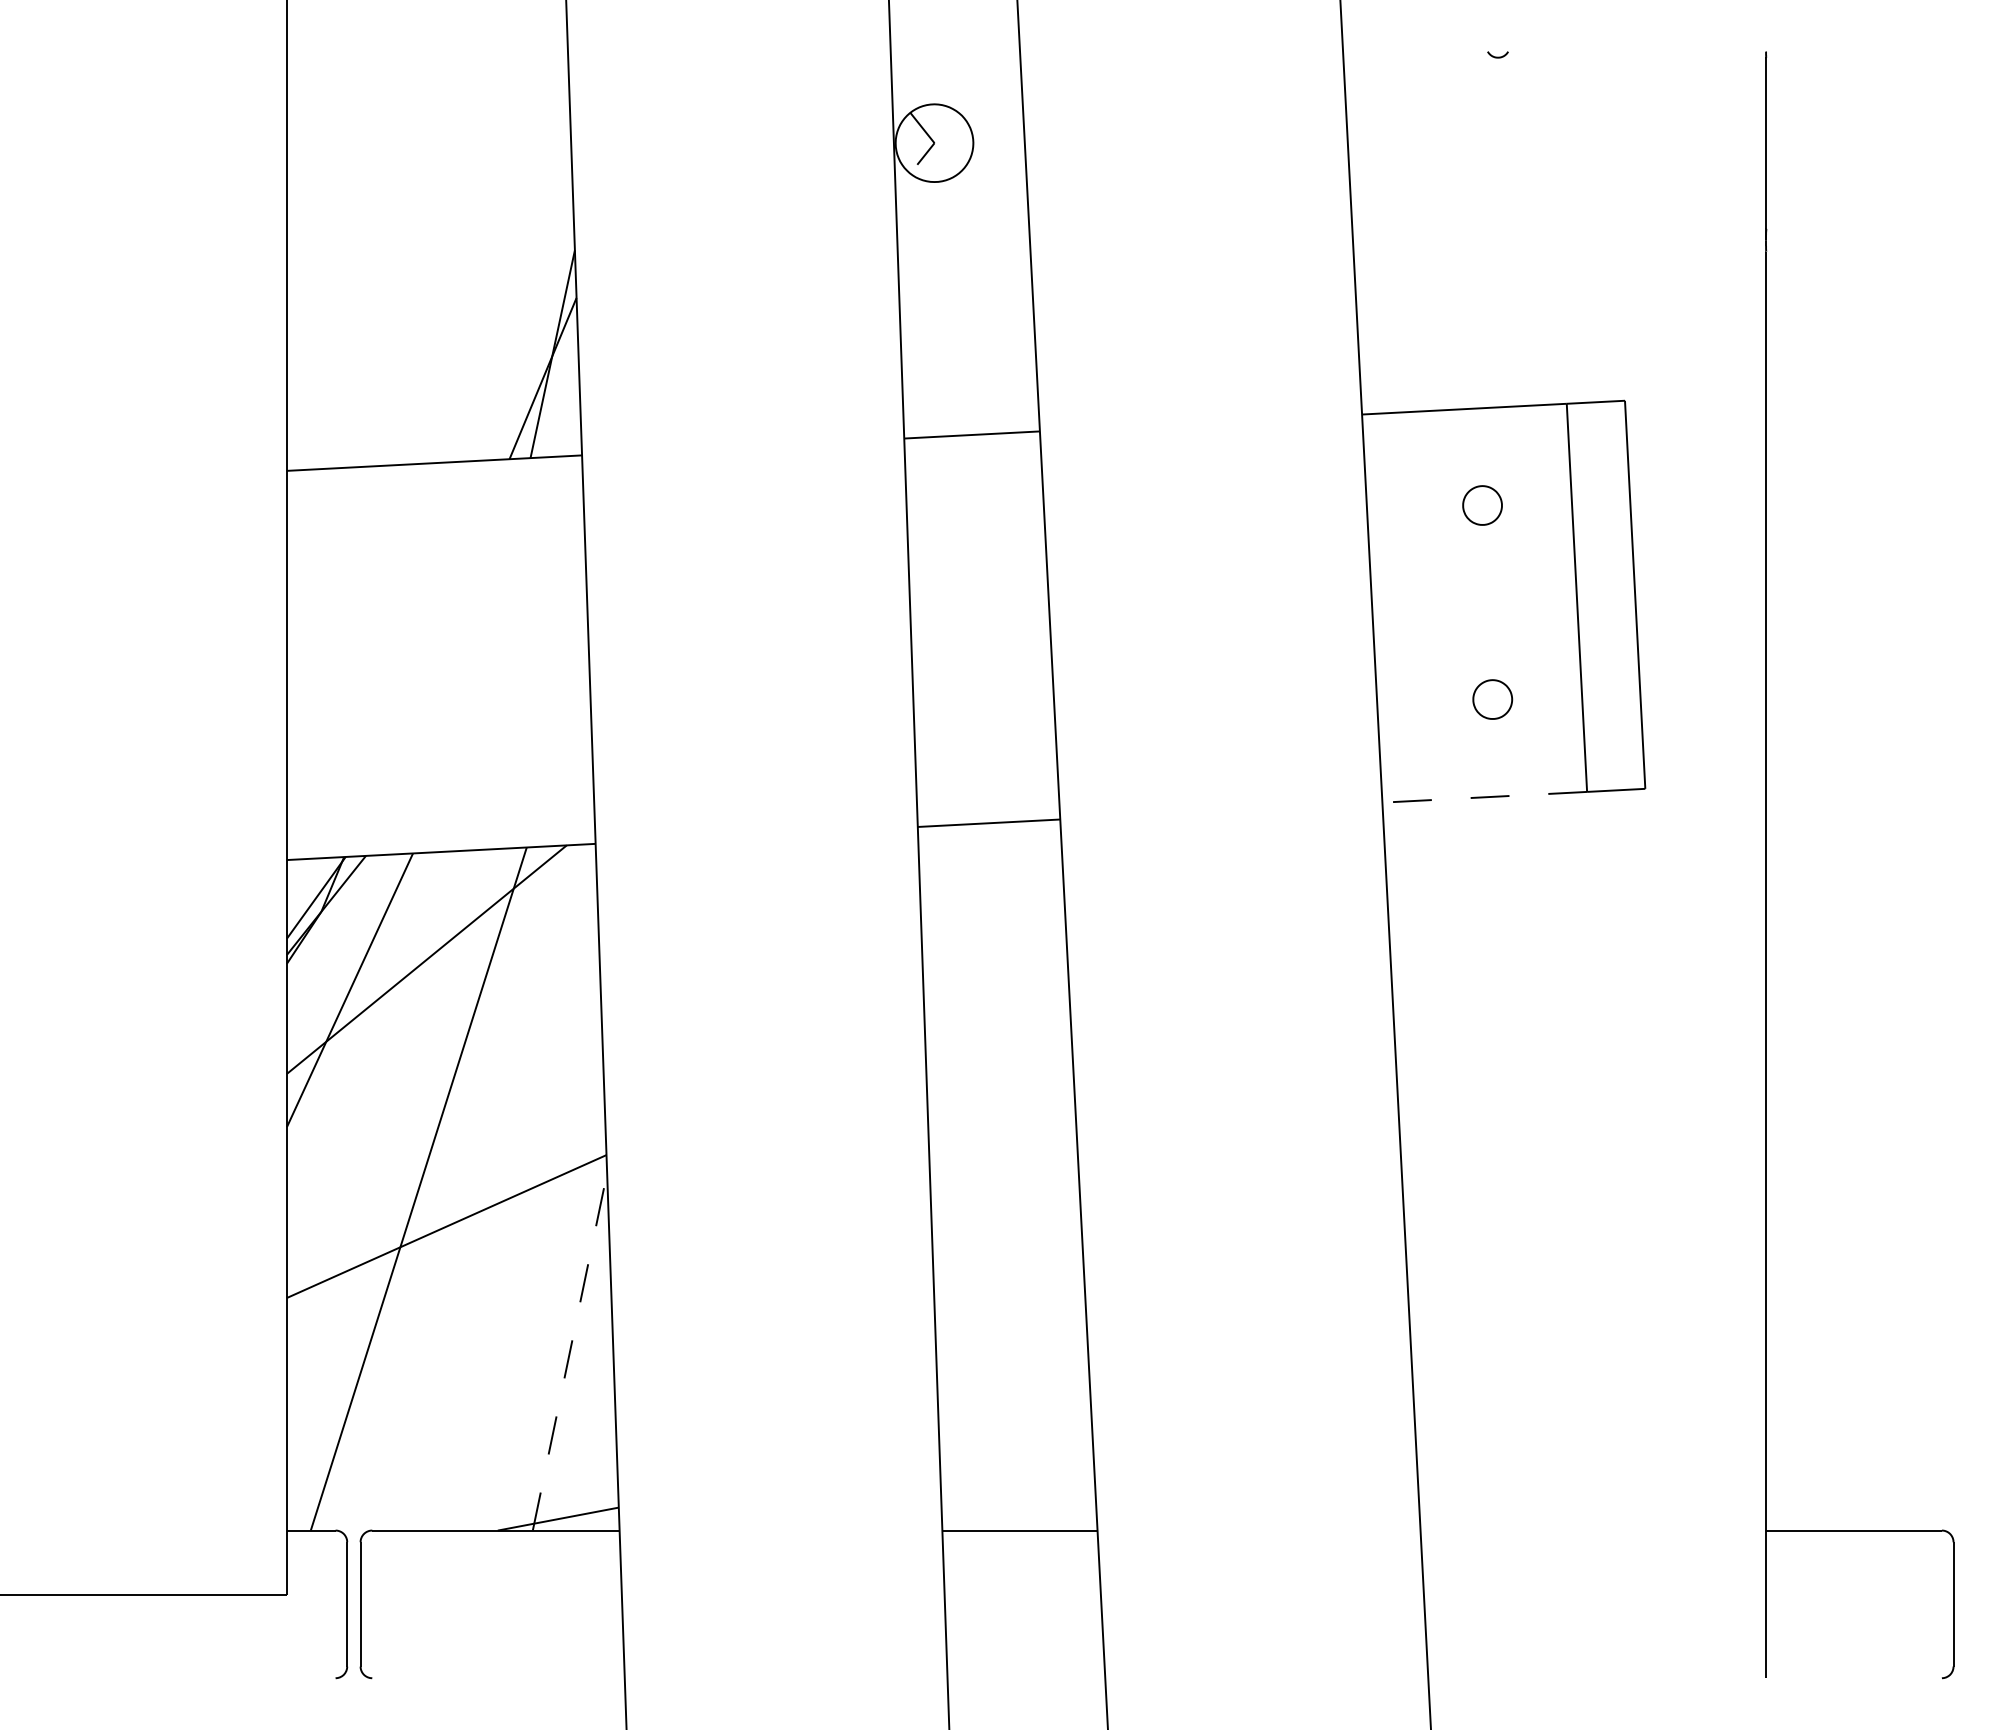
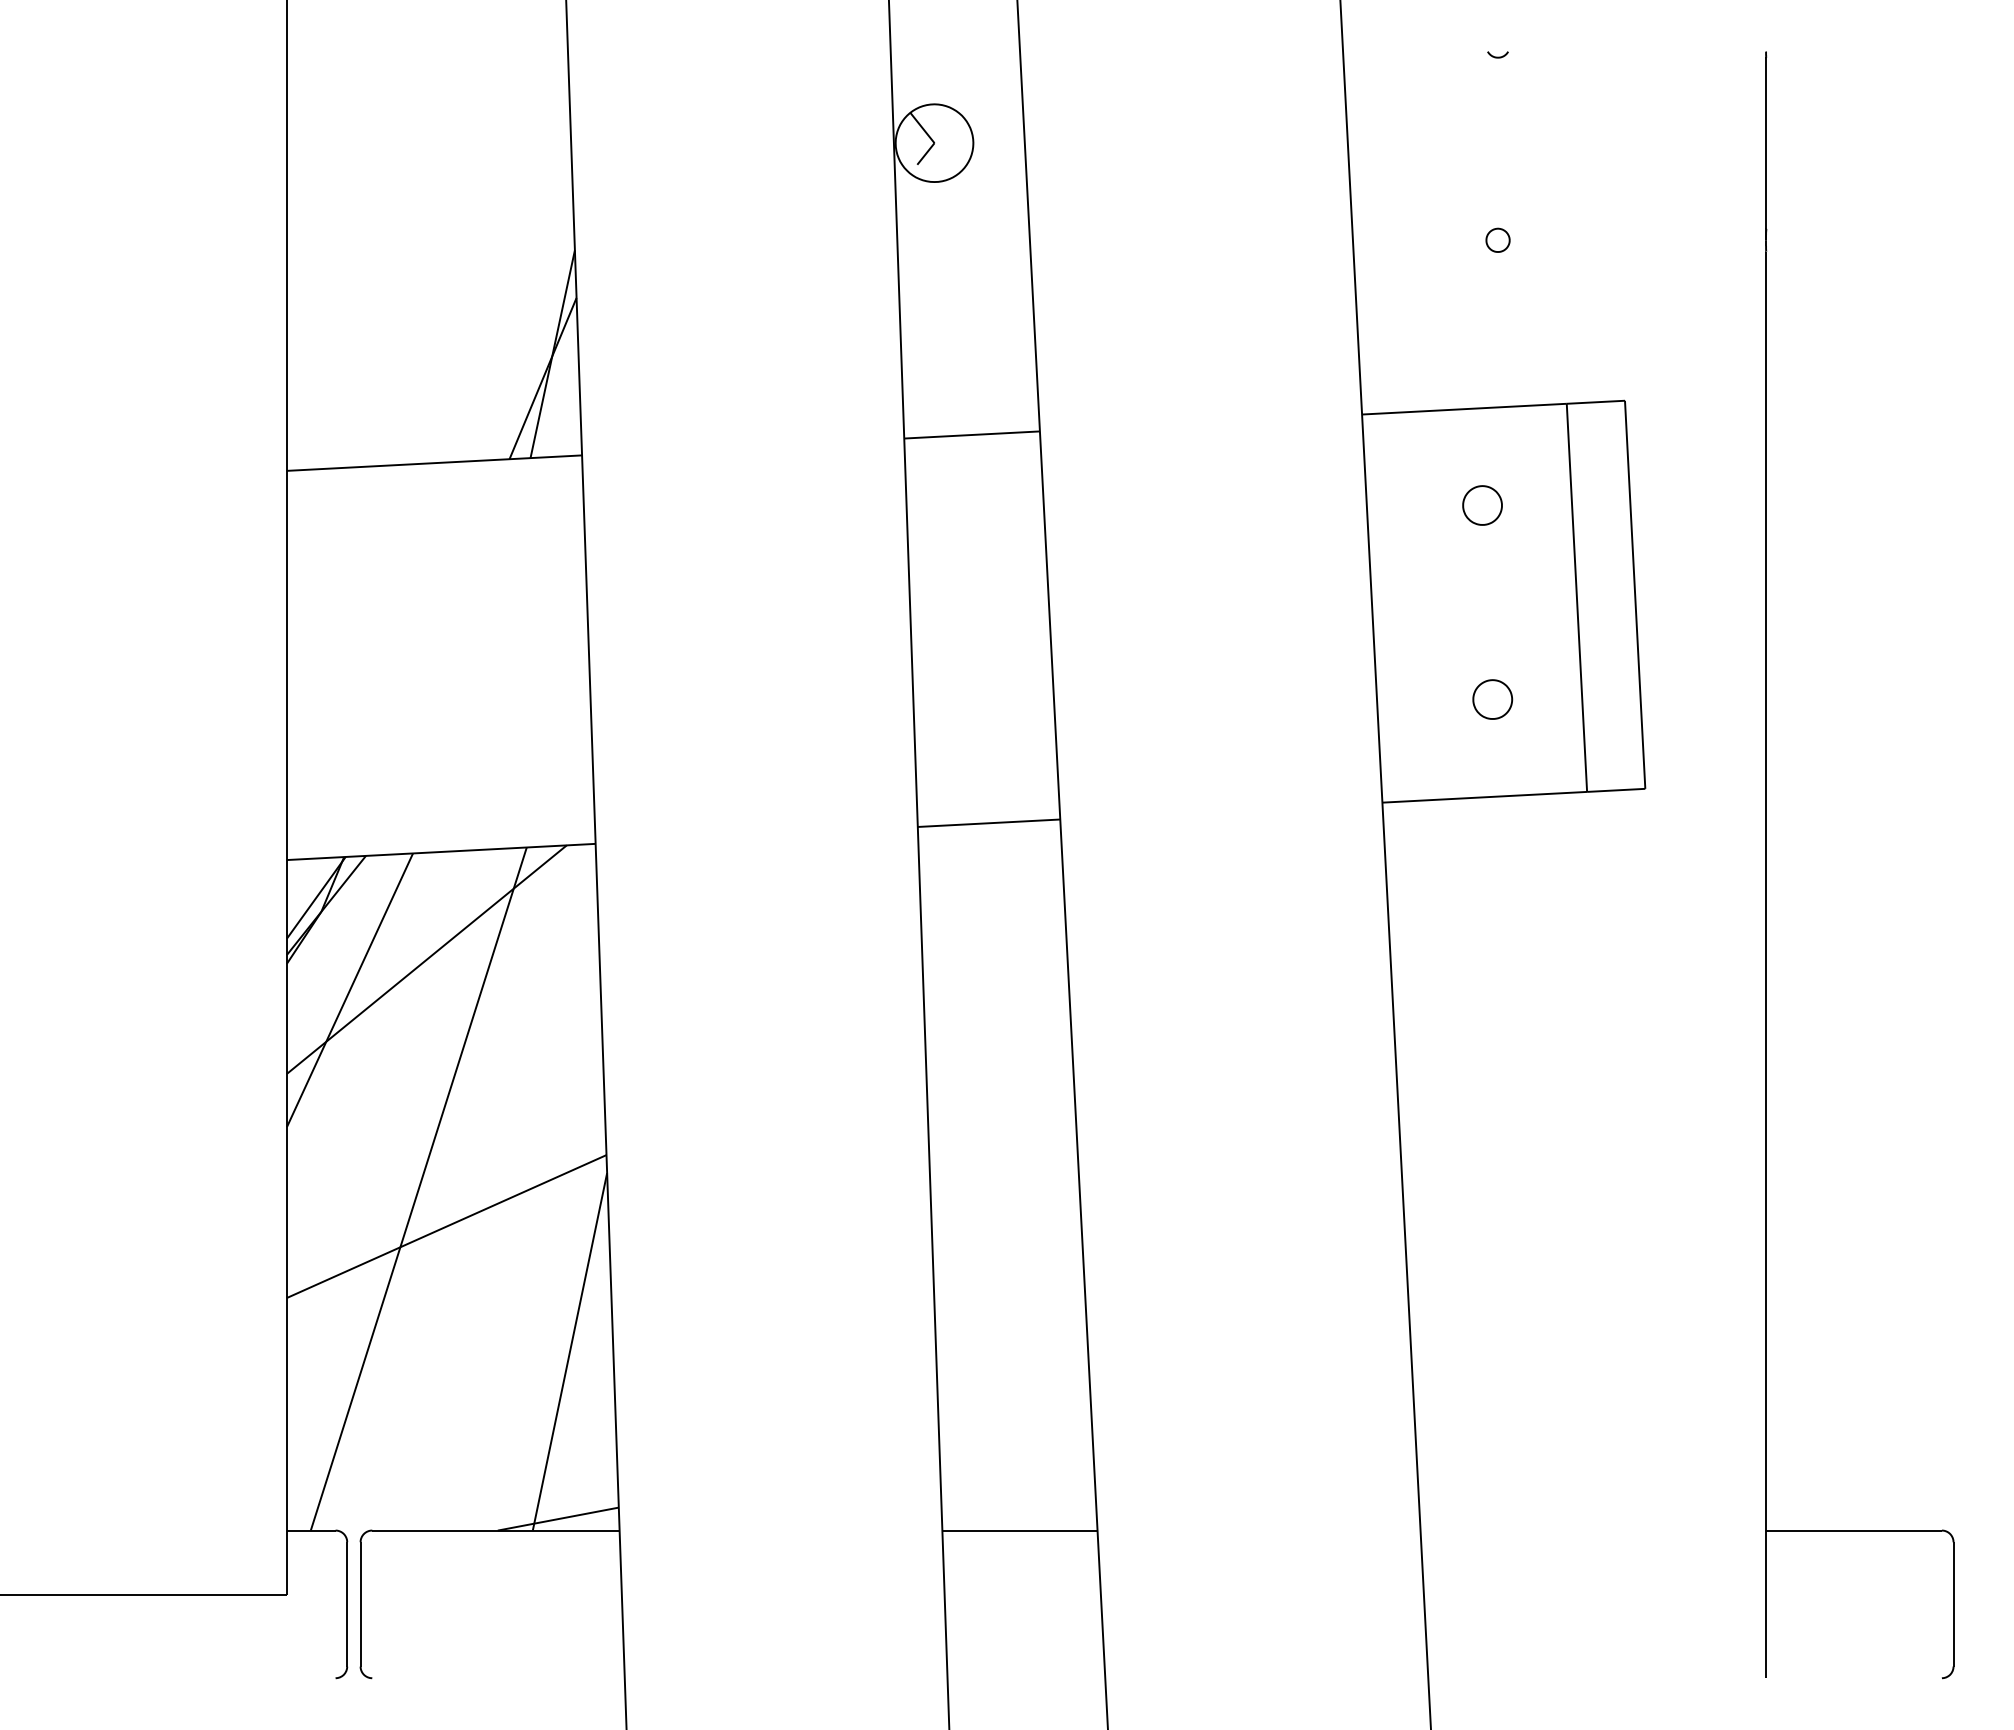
part at (1497, 239): none -> present
line at (1484, 797): dashed -> solid
line at (569, 1351): dashed -> solid
